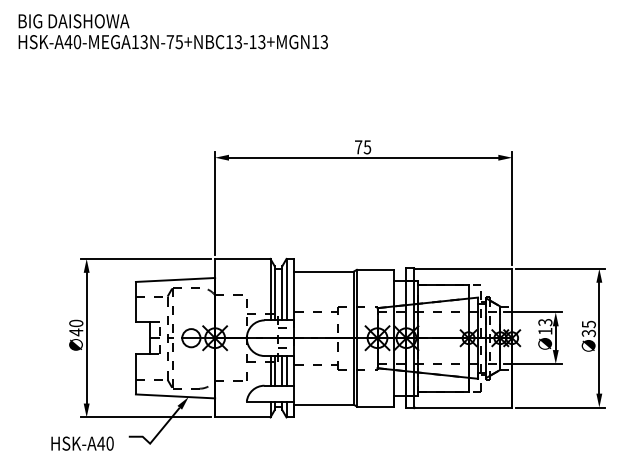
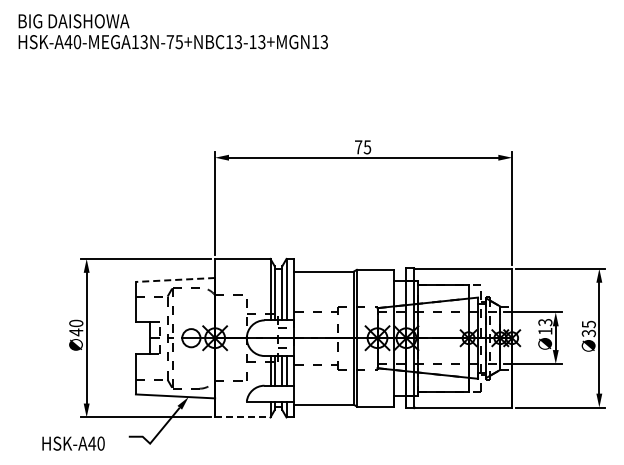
line at (175, 279): solid -> dashed
line at (242, 417): solid -> dashed
text at (82, 443) position: (82, 443) -> (73, 443)
